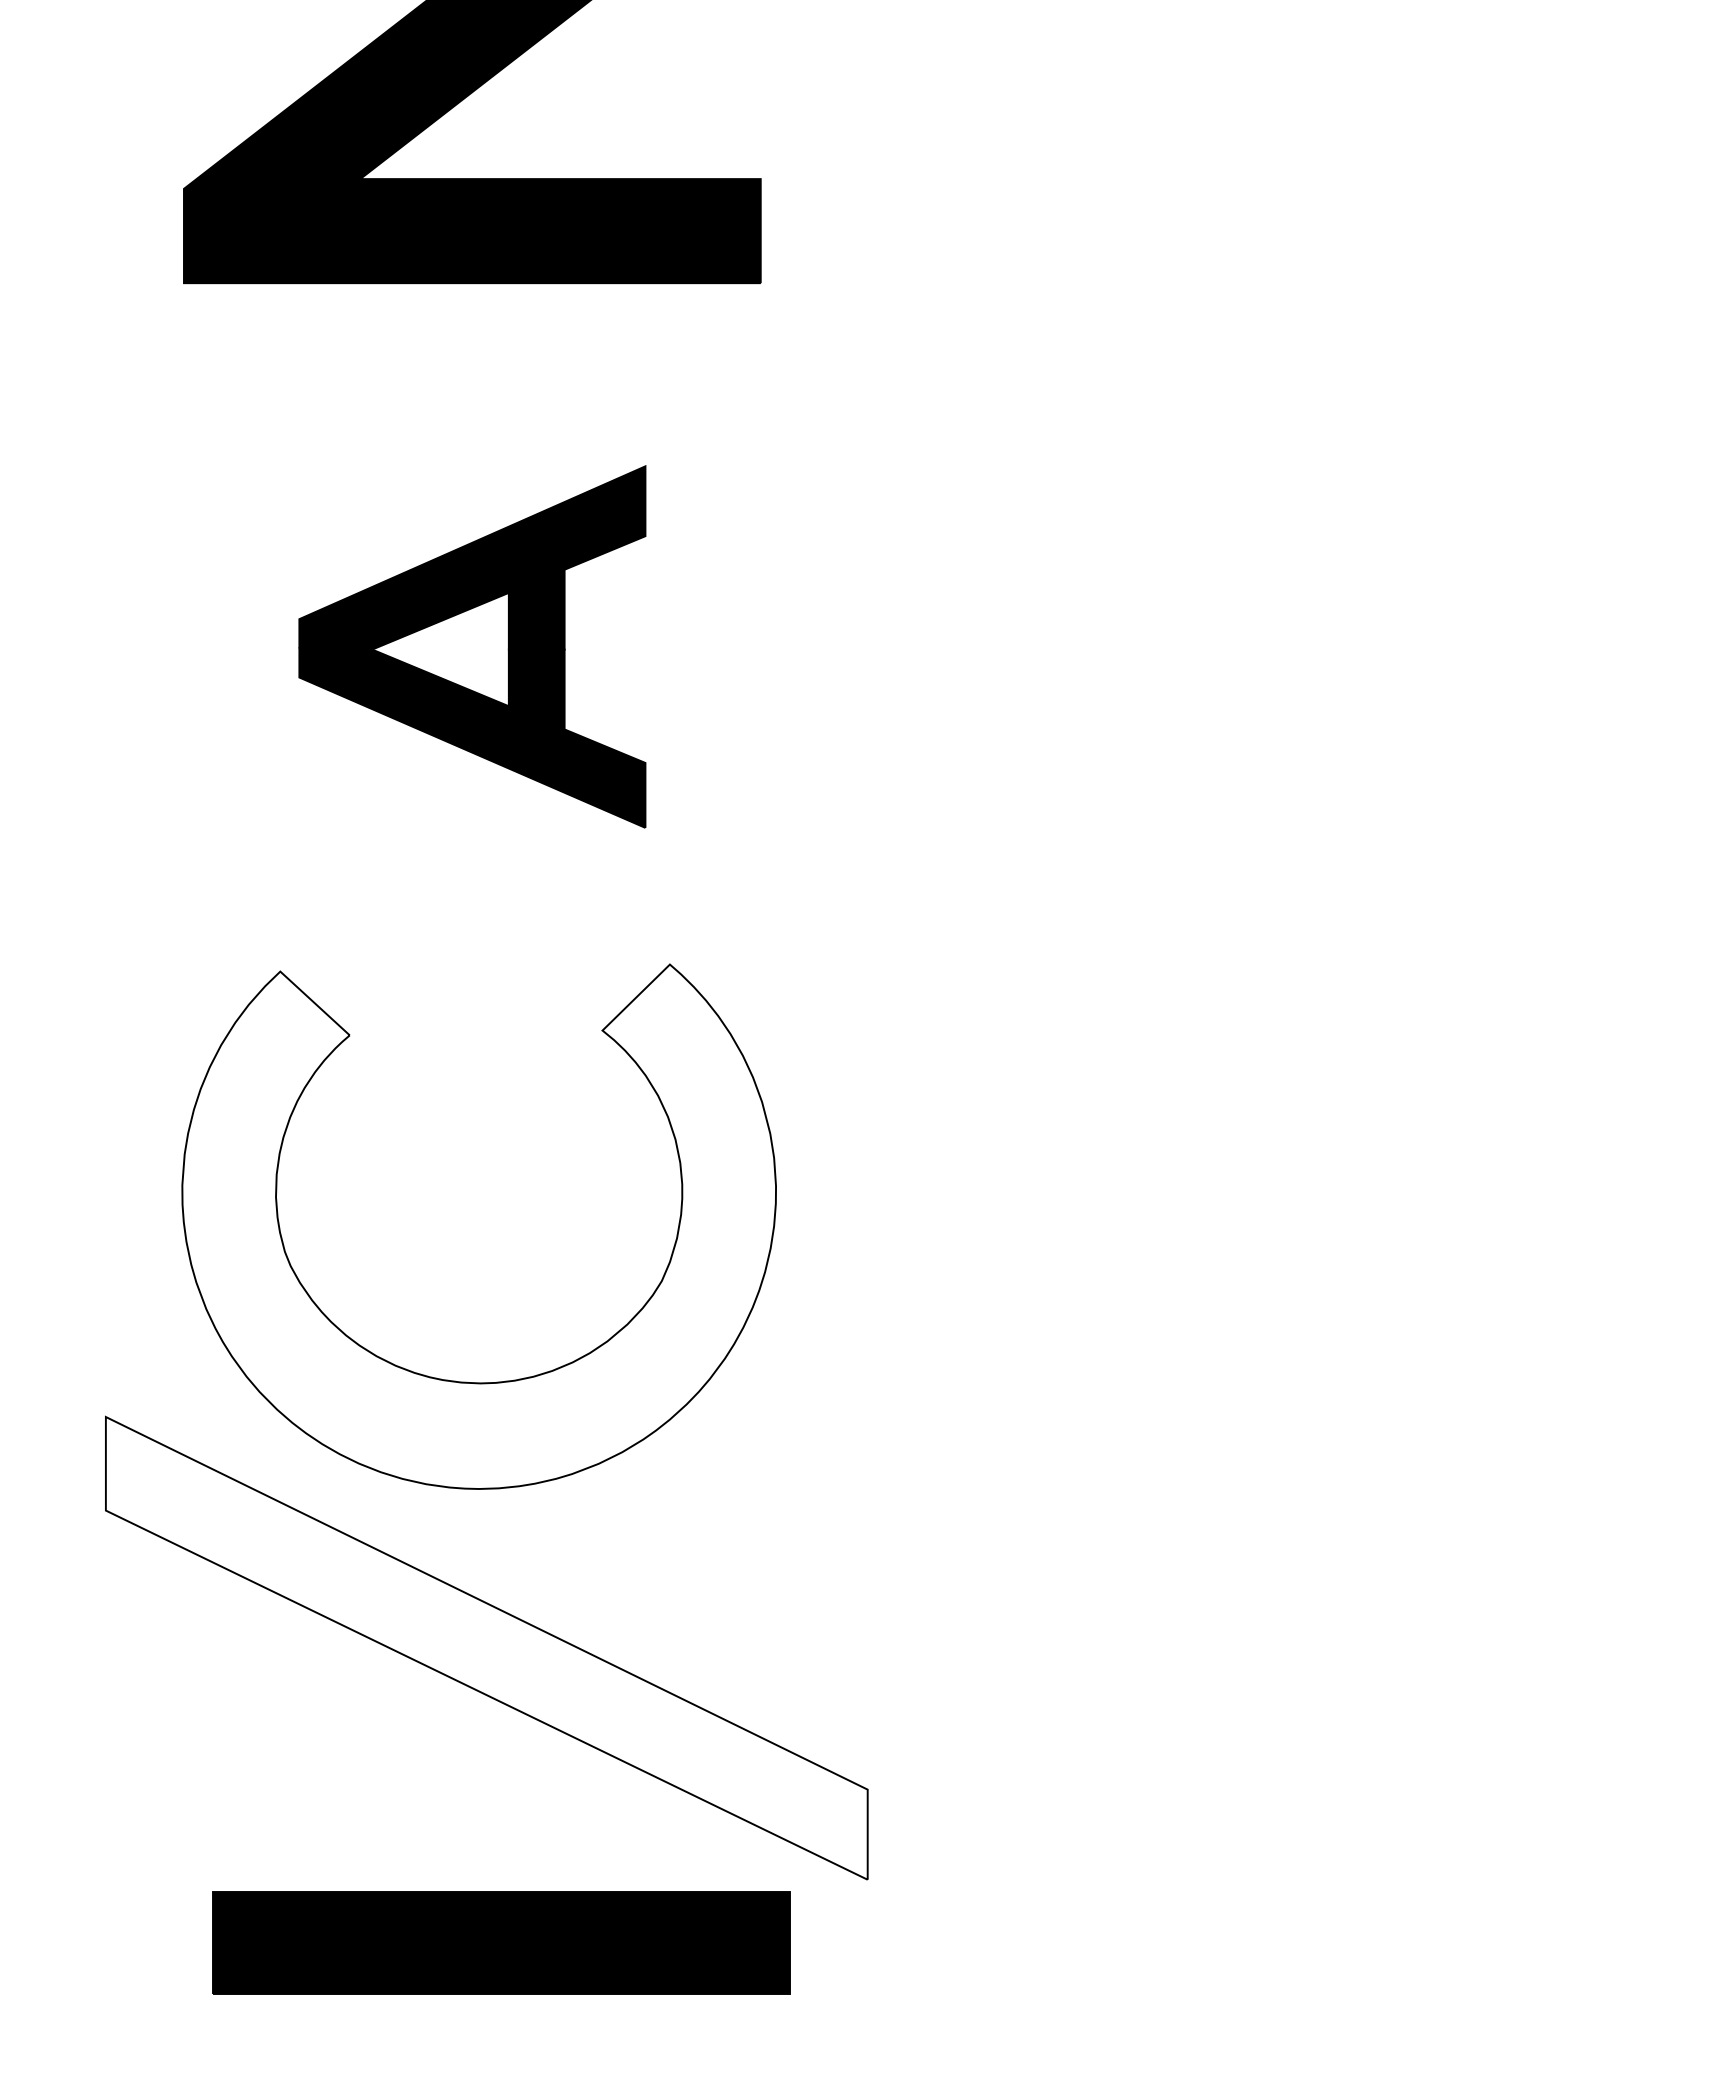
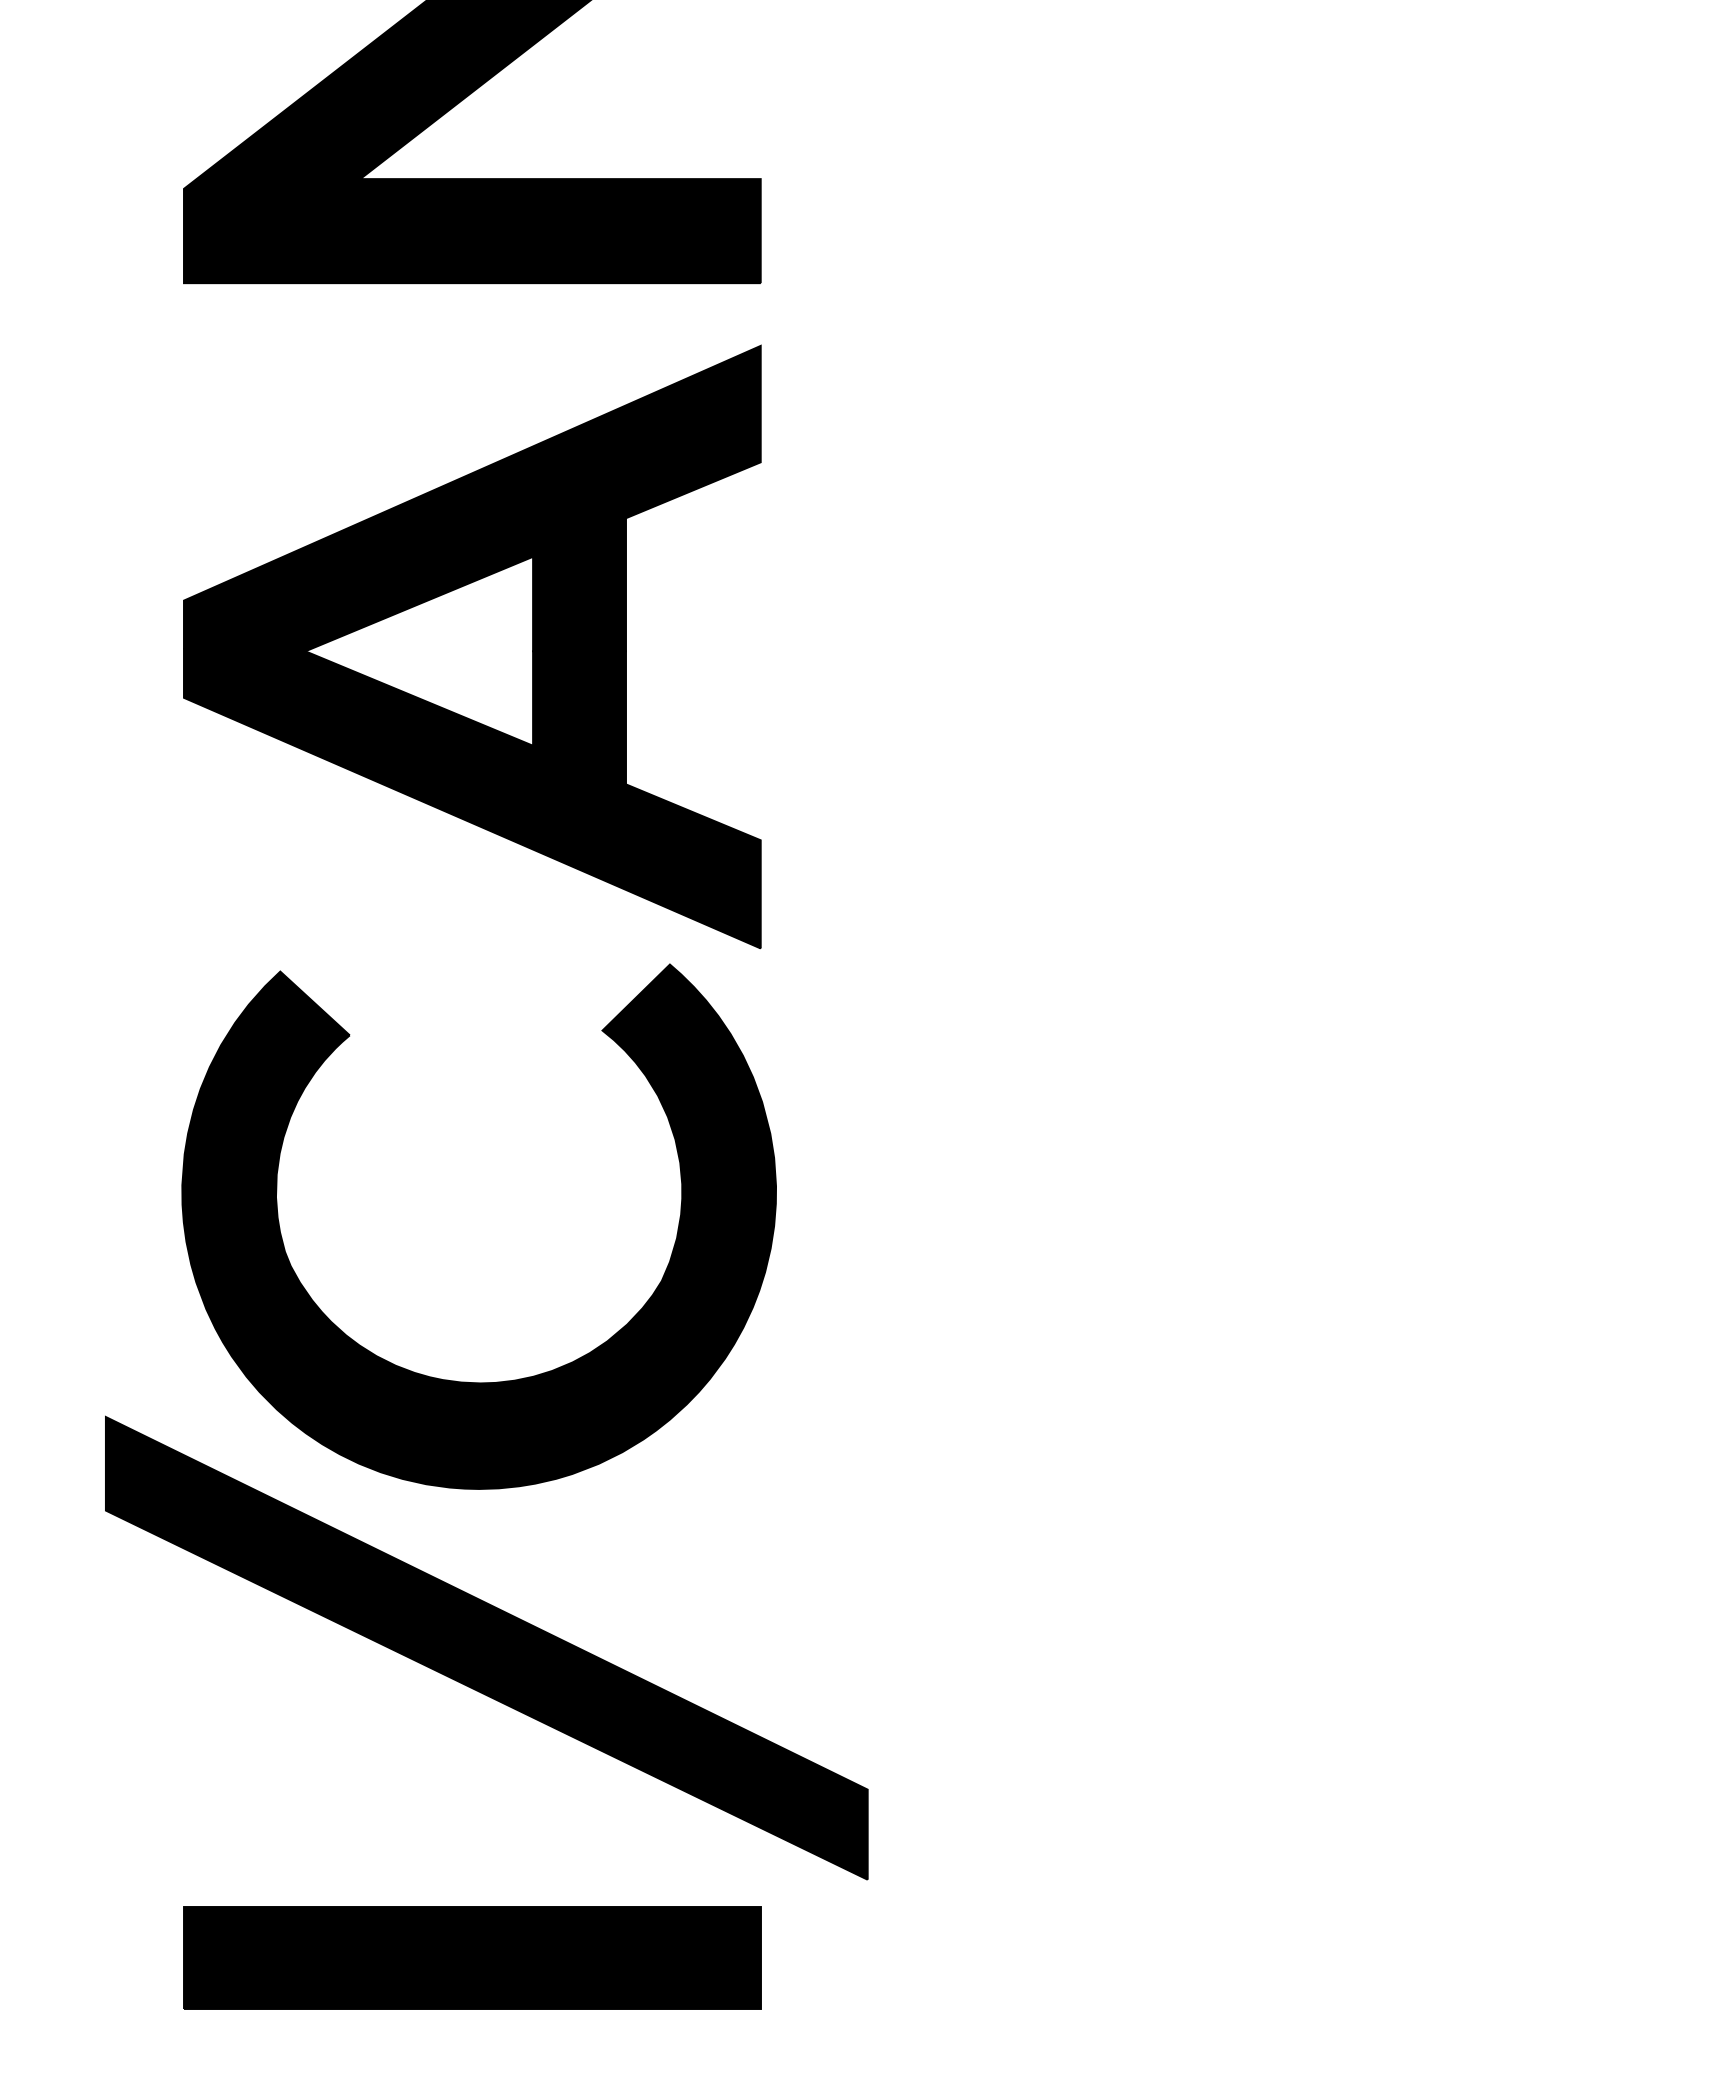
part at (472, 646) size: 349x364 px -> 579x606 px
fill at (479, 1226): none -> present
fill at (486, 1648): none -> present
part at (501, 1942) position: (501, 1942) -> (472, 1957)
